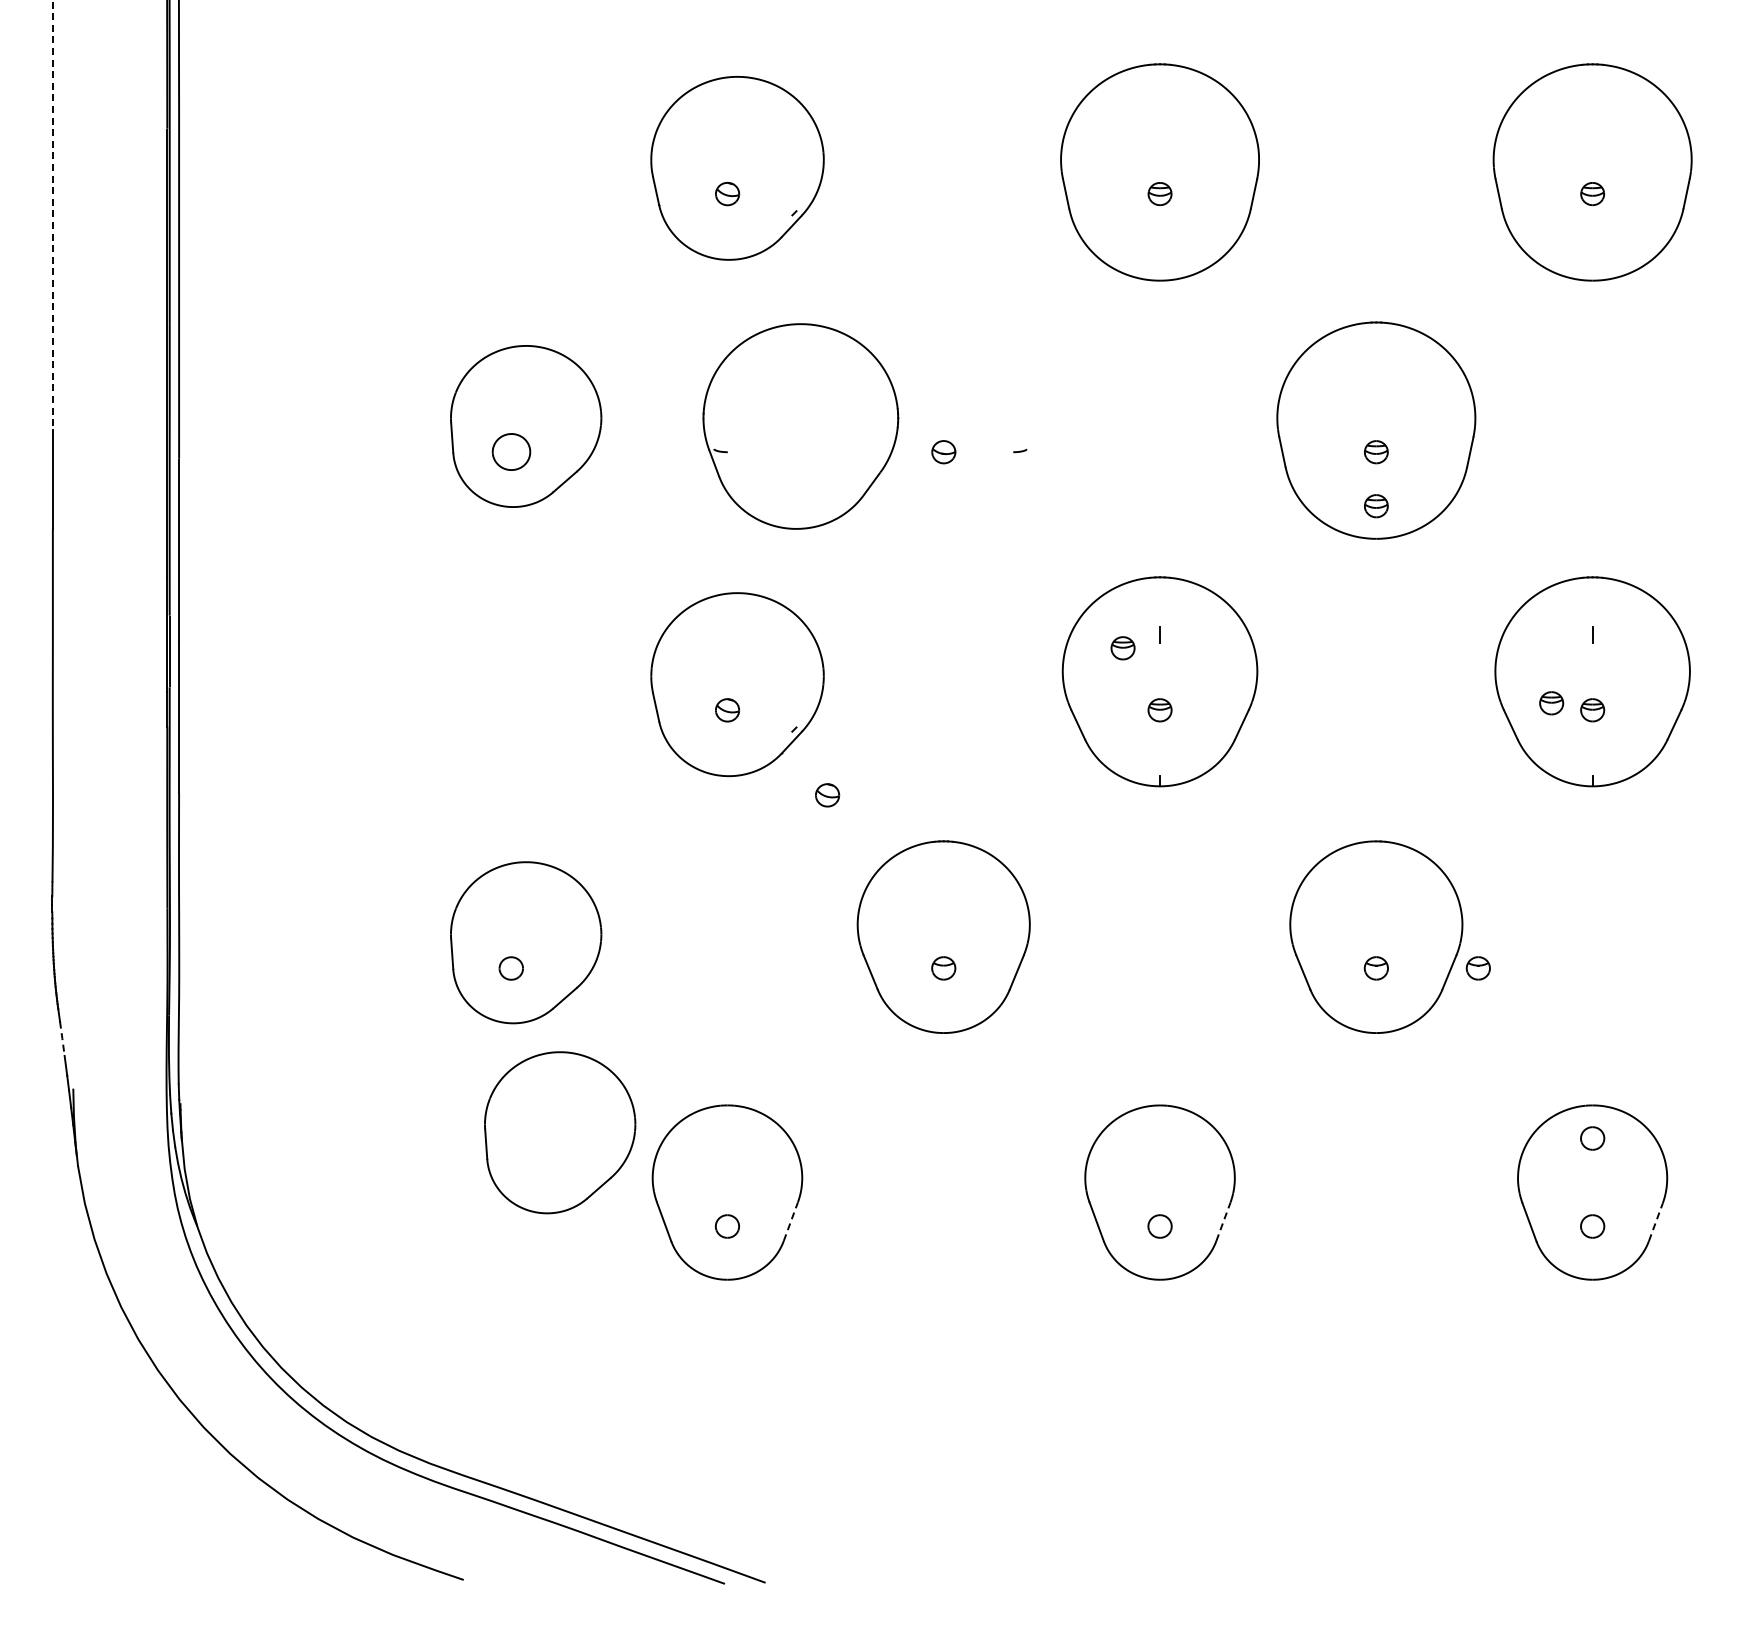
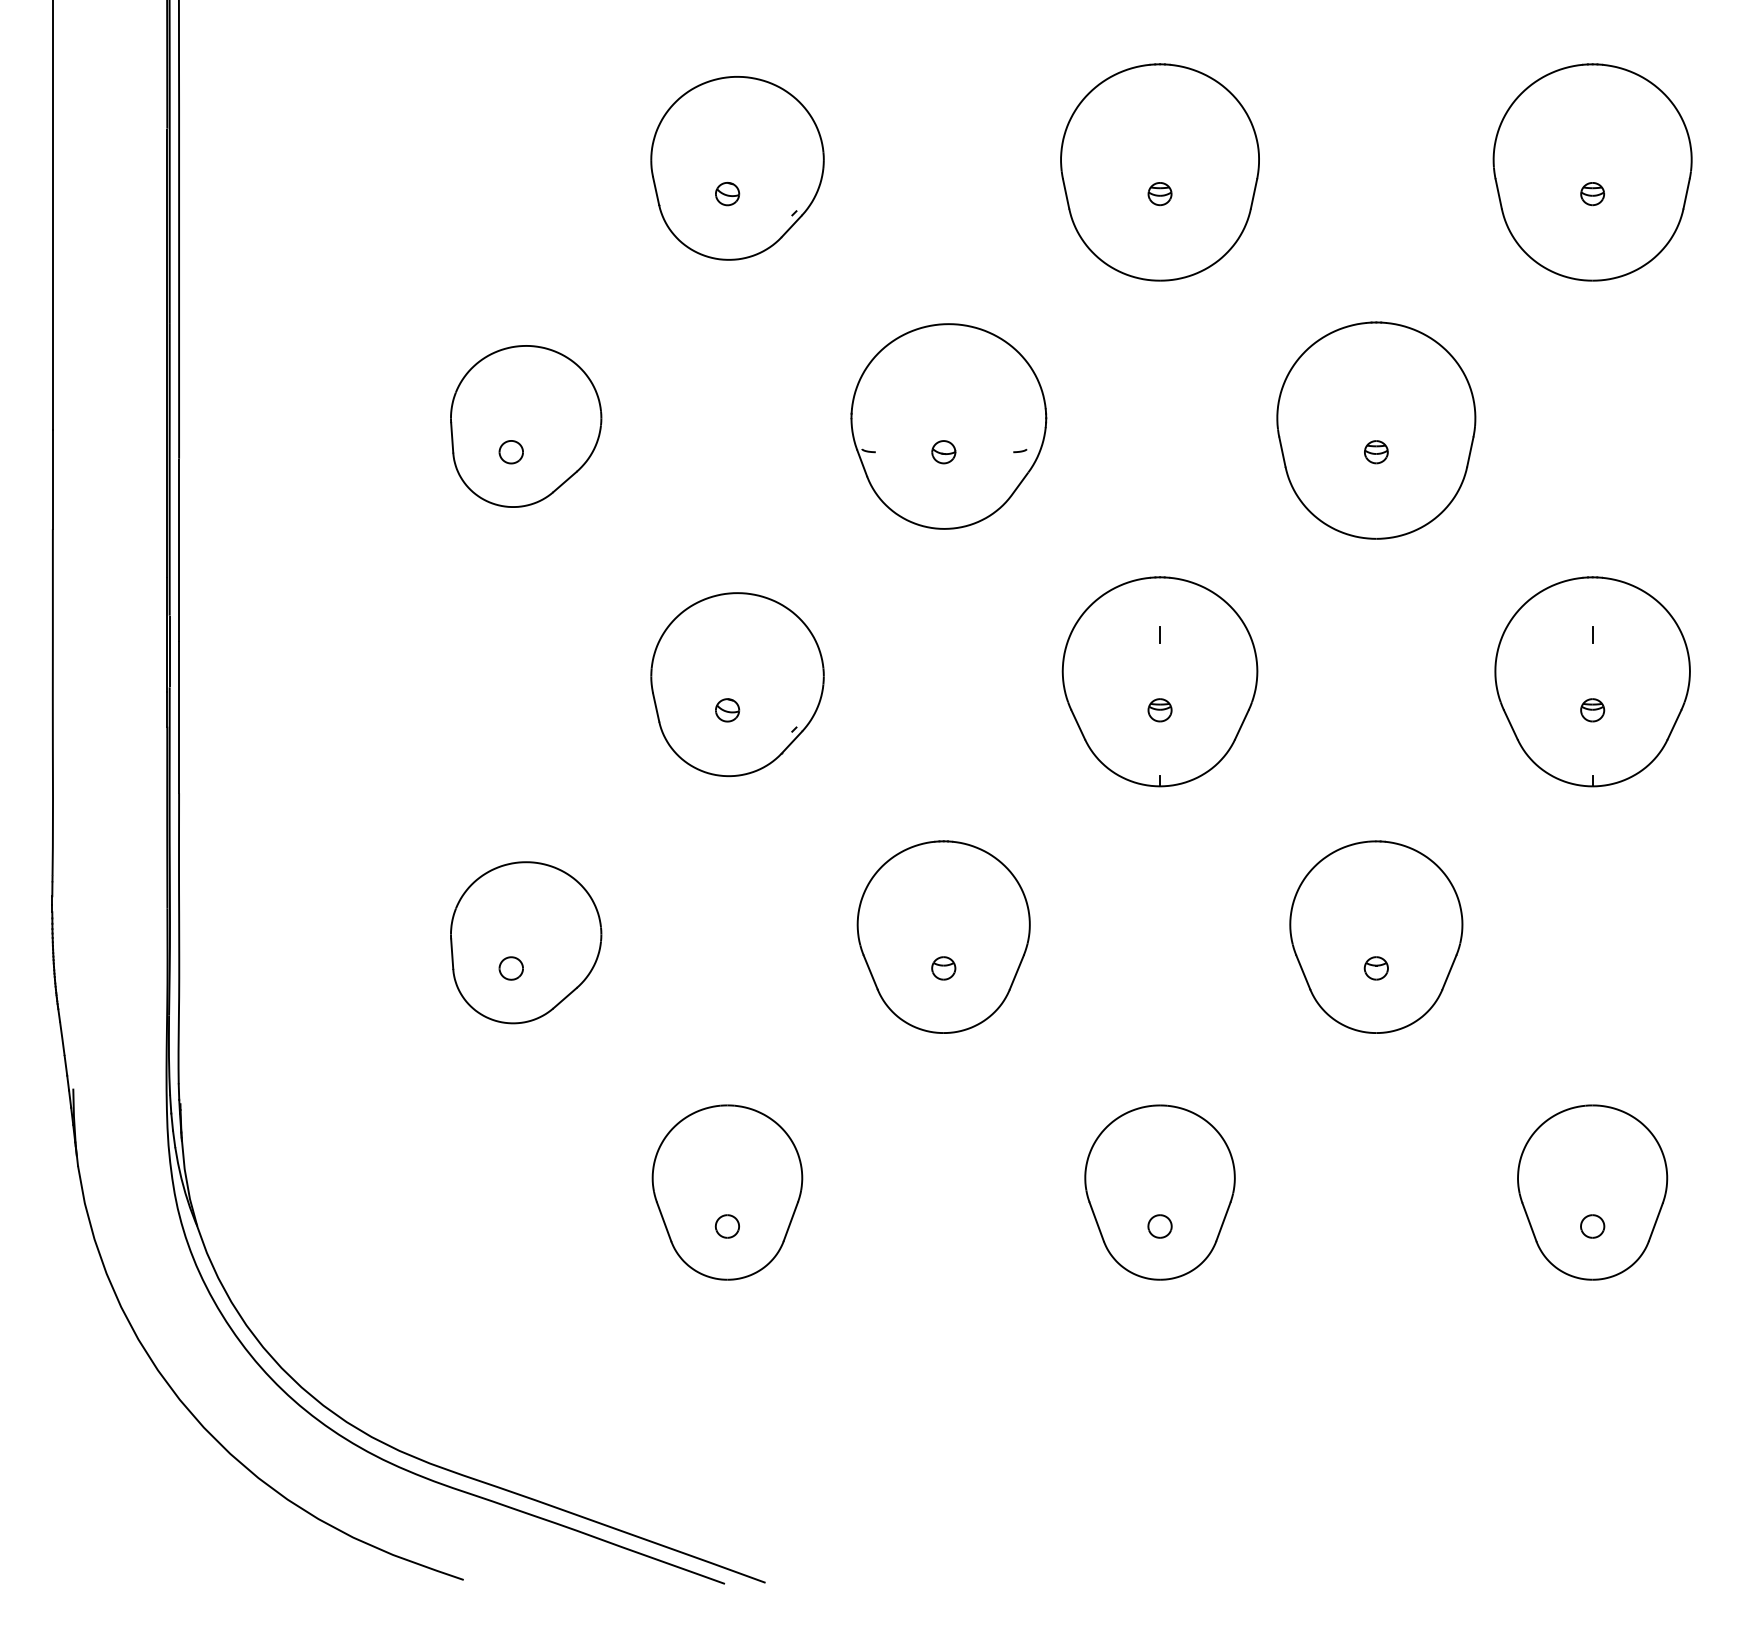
line at (52, 215): dashed -> solid
part at (800, 426) position: (800, 426) -> (948, 426)
part at (511, 451) size: 41x38 px -> 26x25 px
part at (1376, 506): present -> none
part at (1122, 648): present -> none
part at (1551, 703): present -> none
part at (827, 795): present -> none
part at (1477, 968): present -> none
line at (62, 1038): dashed -> solid
part at (560, 1132): present -> none
part at (1592, 1138): present -> none
line at (791, 1221): dashed -> solid
line at (1223, 1221): dashed -> solid
line at (1655, 1222): dashed -> solid
